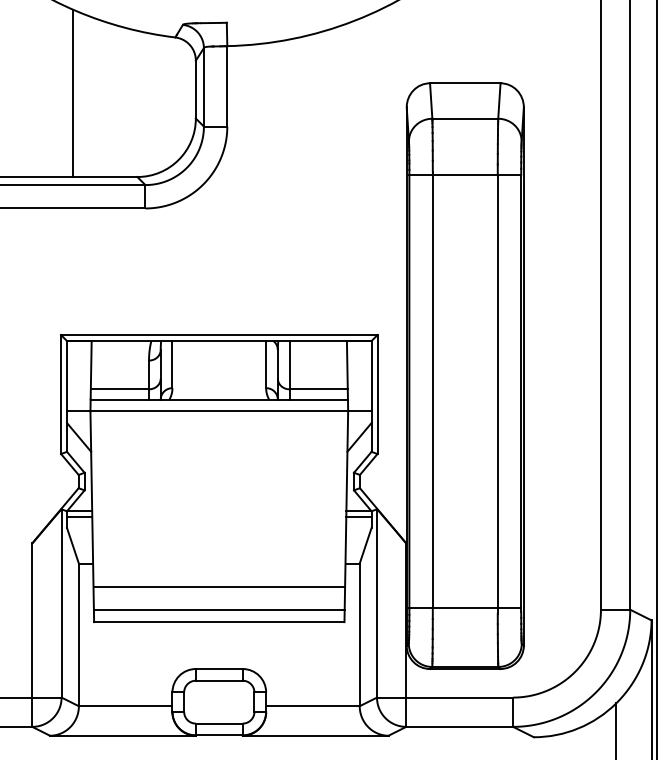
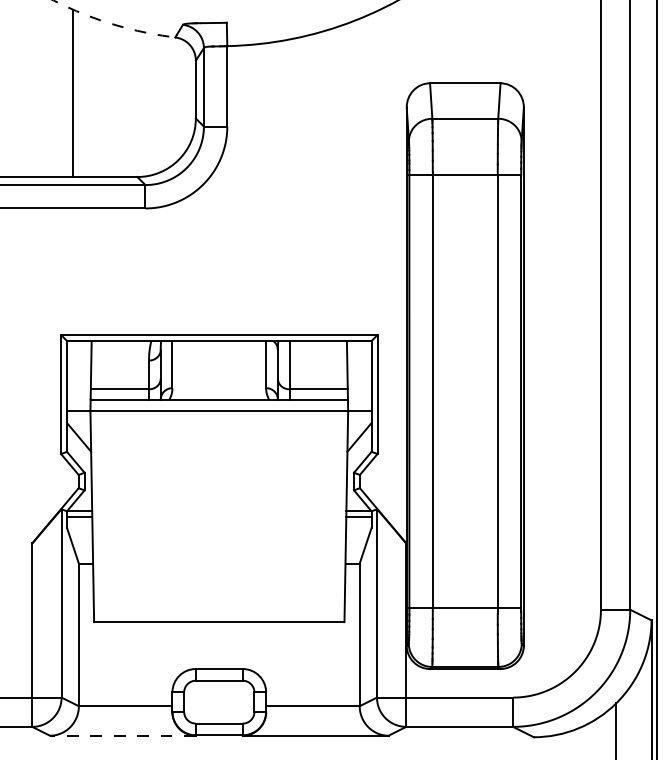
arc at (112, 24): solid -> dashed
line at (219, 587): present -> none
line at (218, 610): present -> none
line at (122, 735): solid -> dashed
